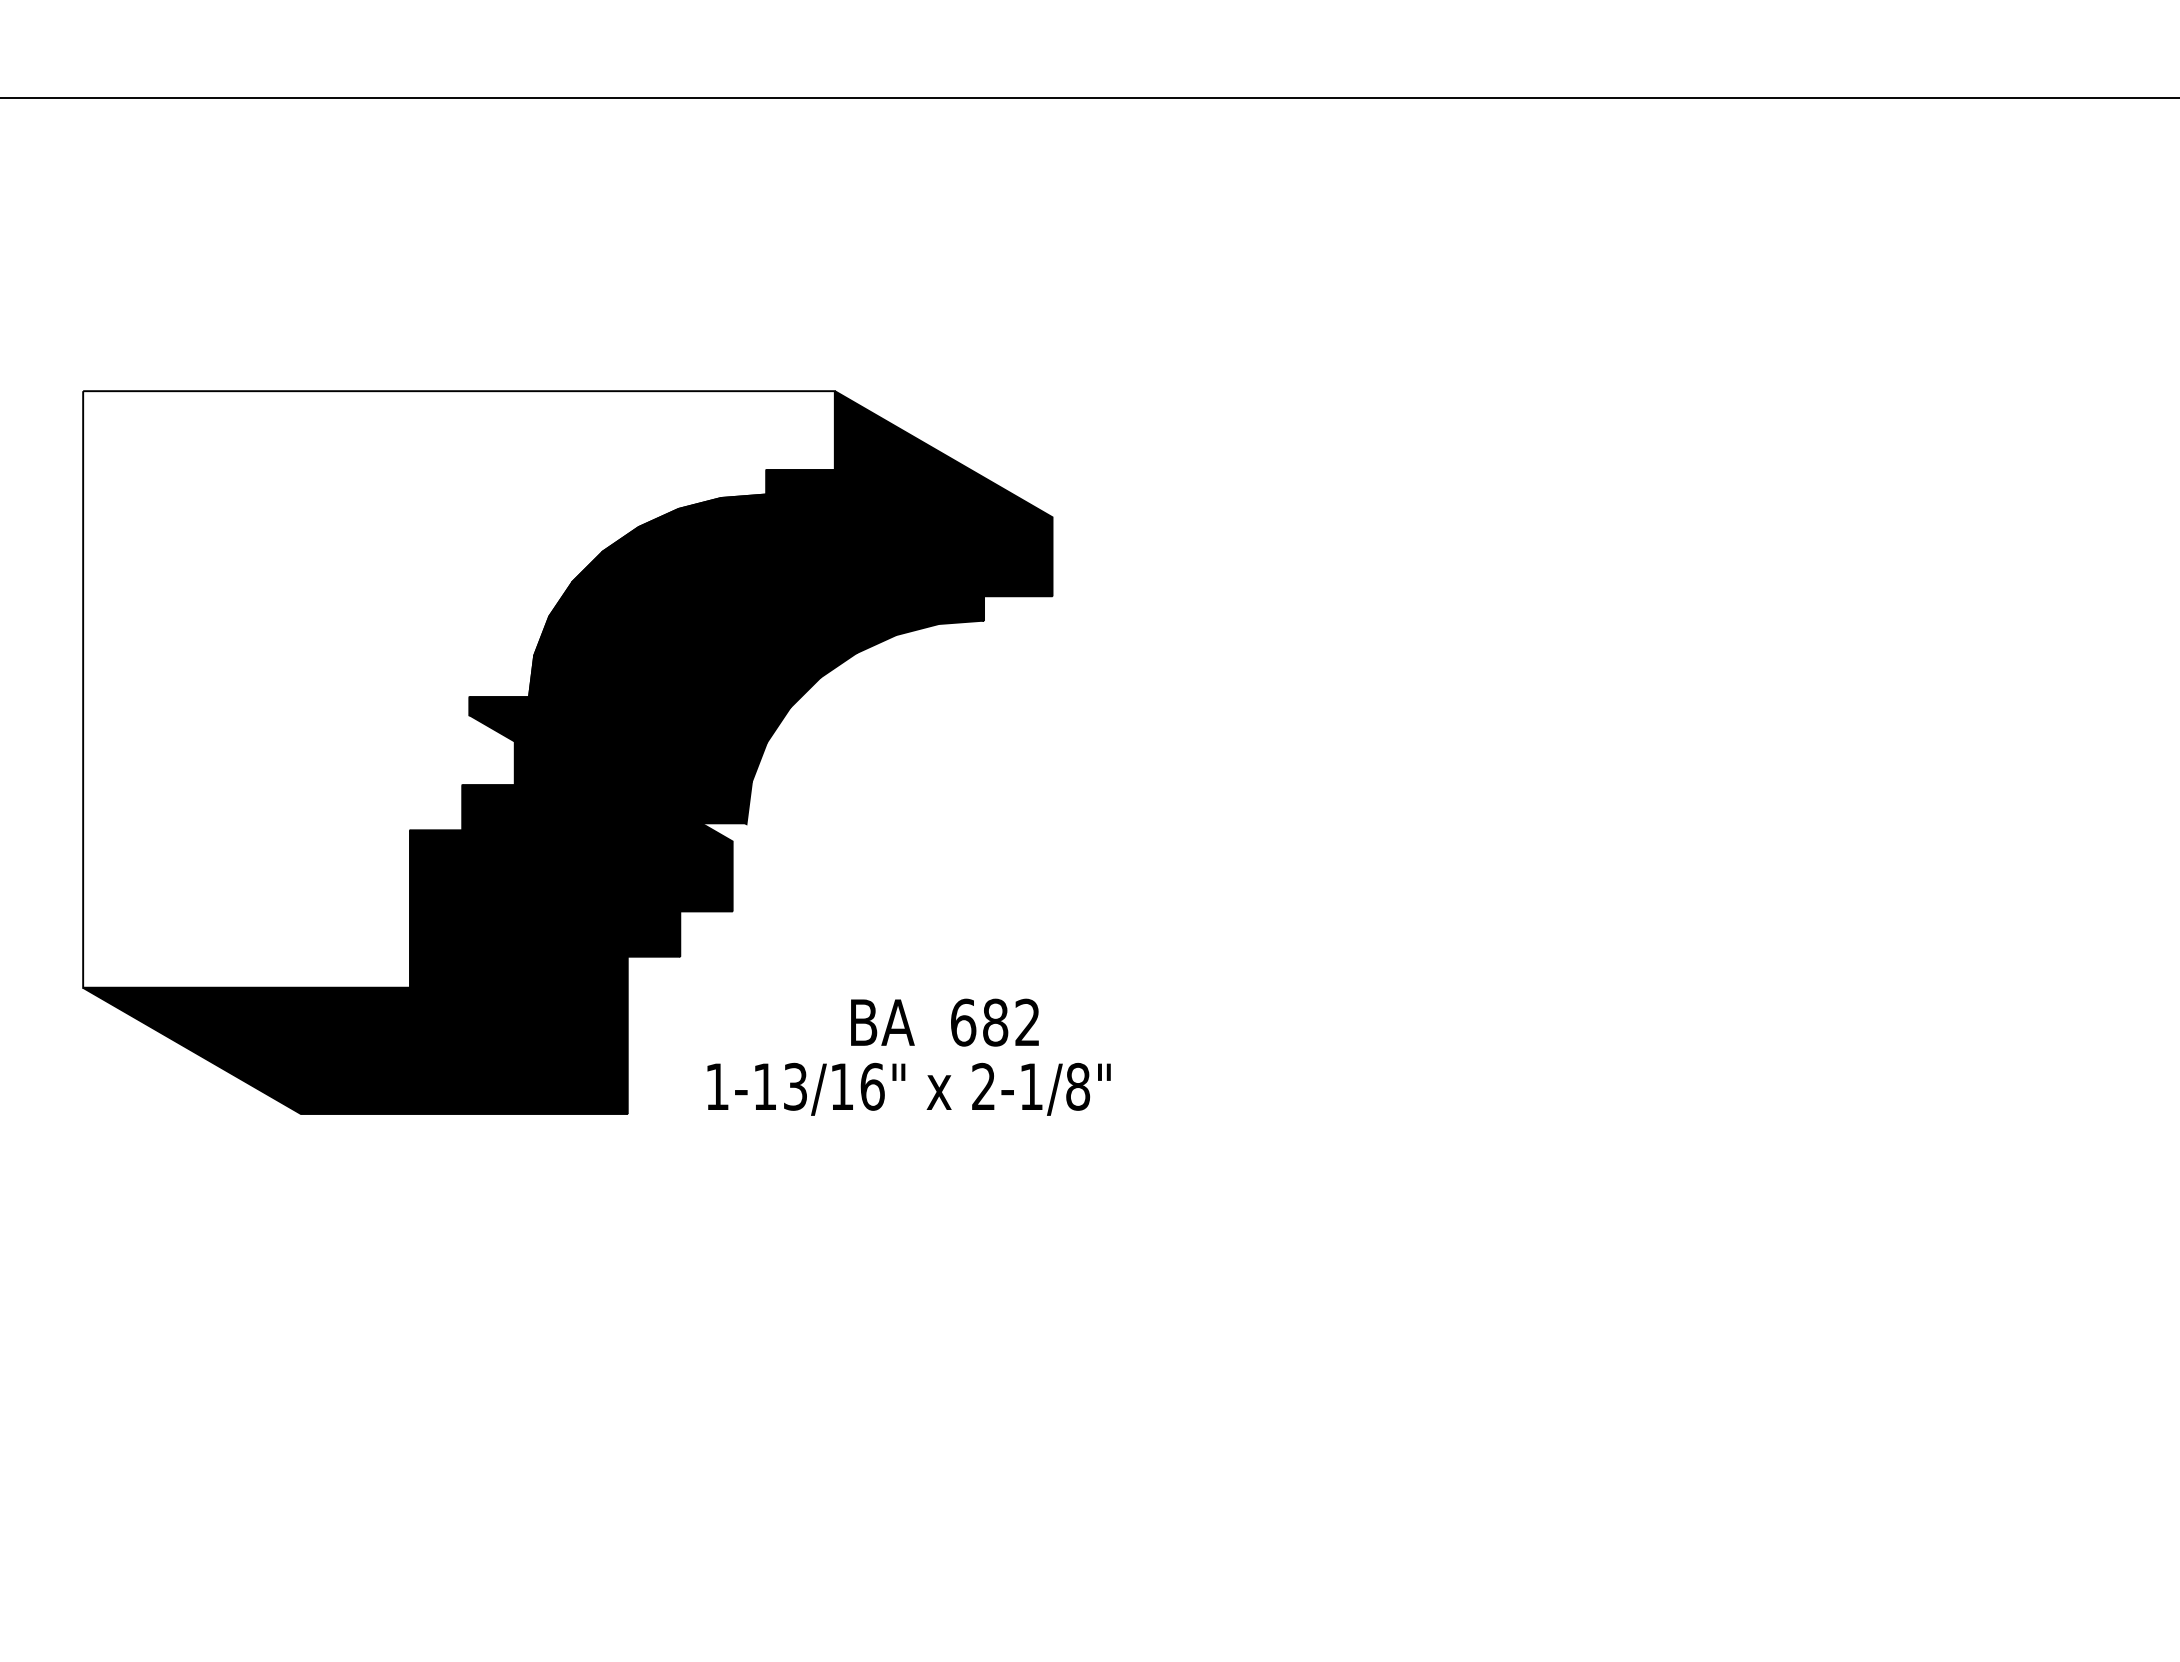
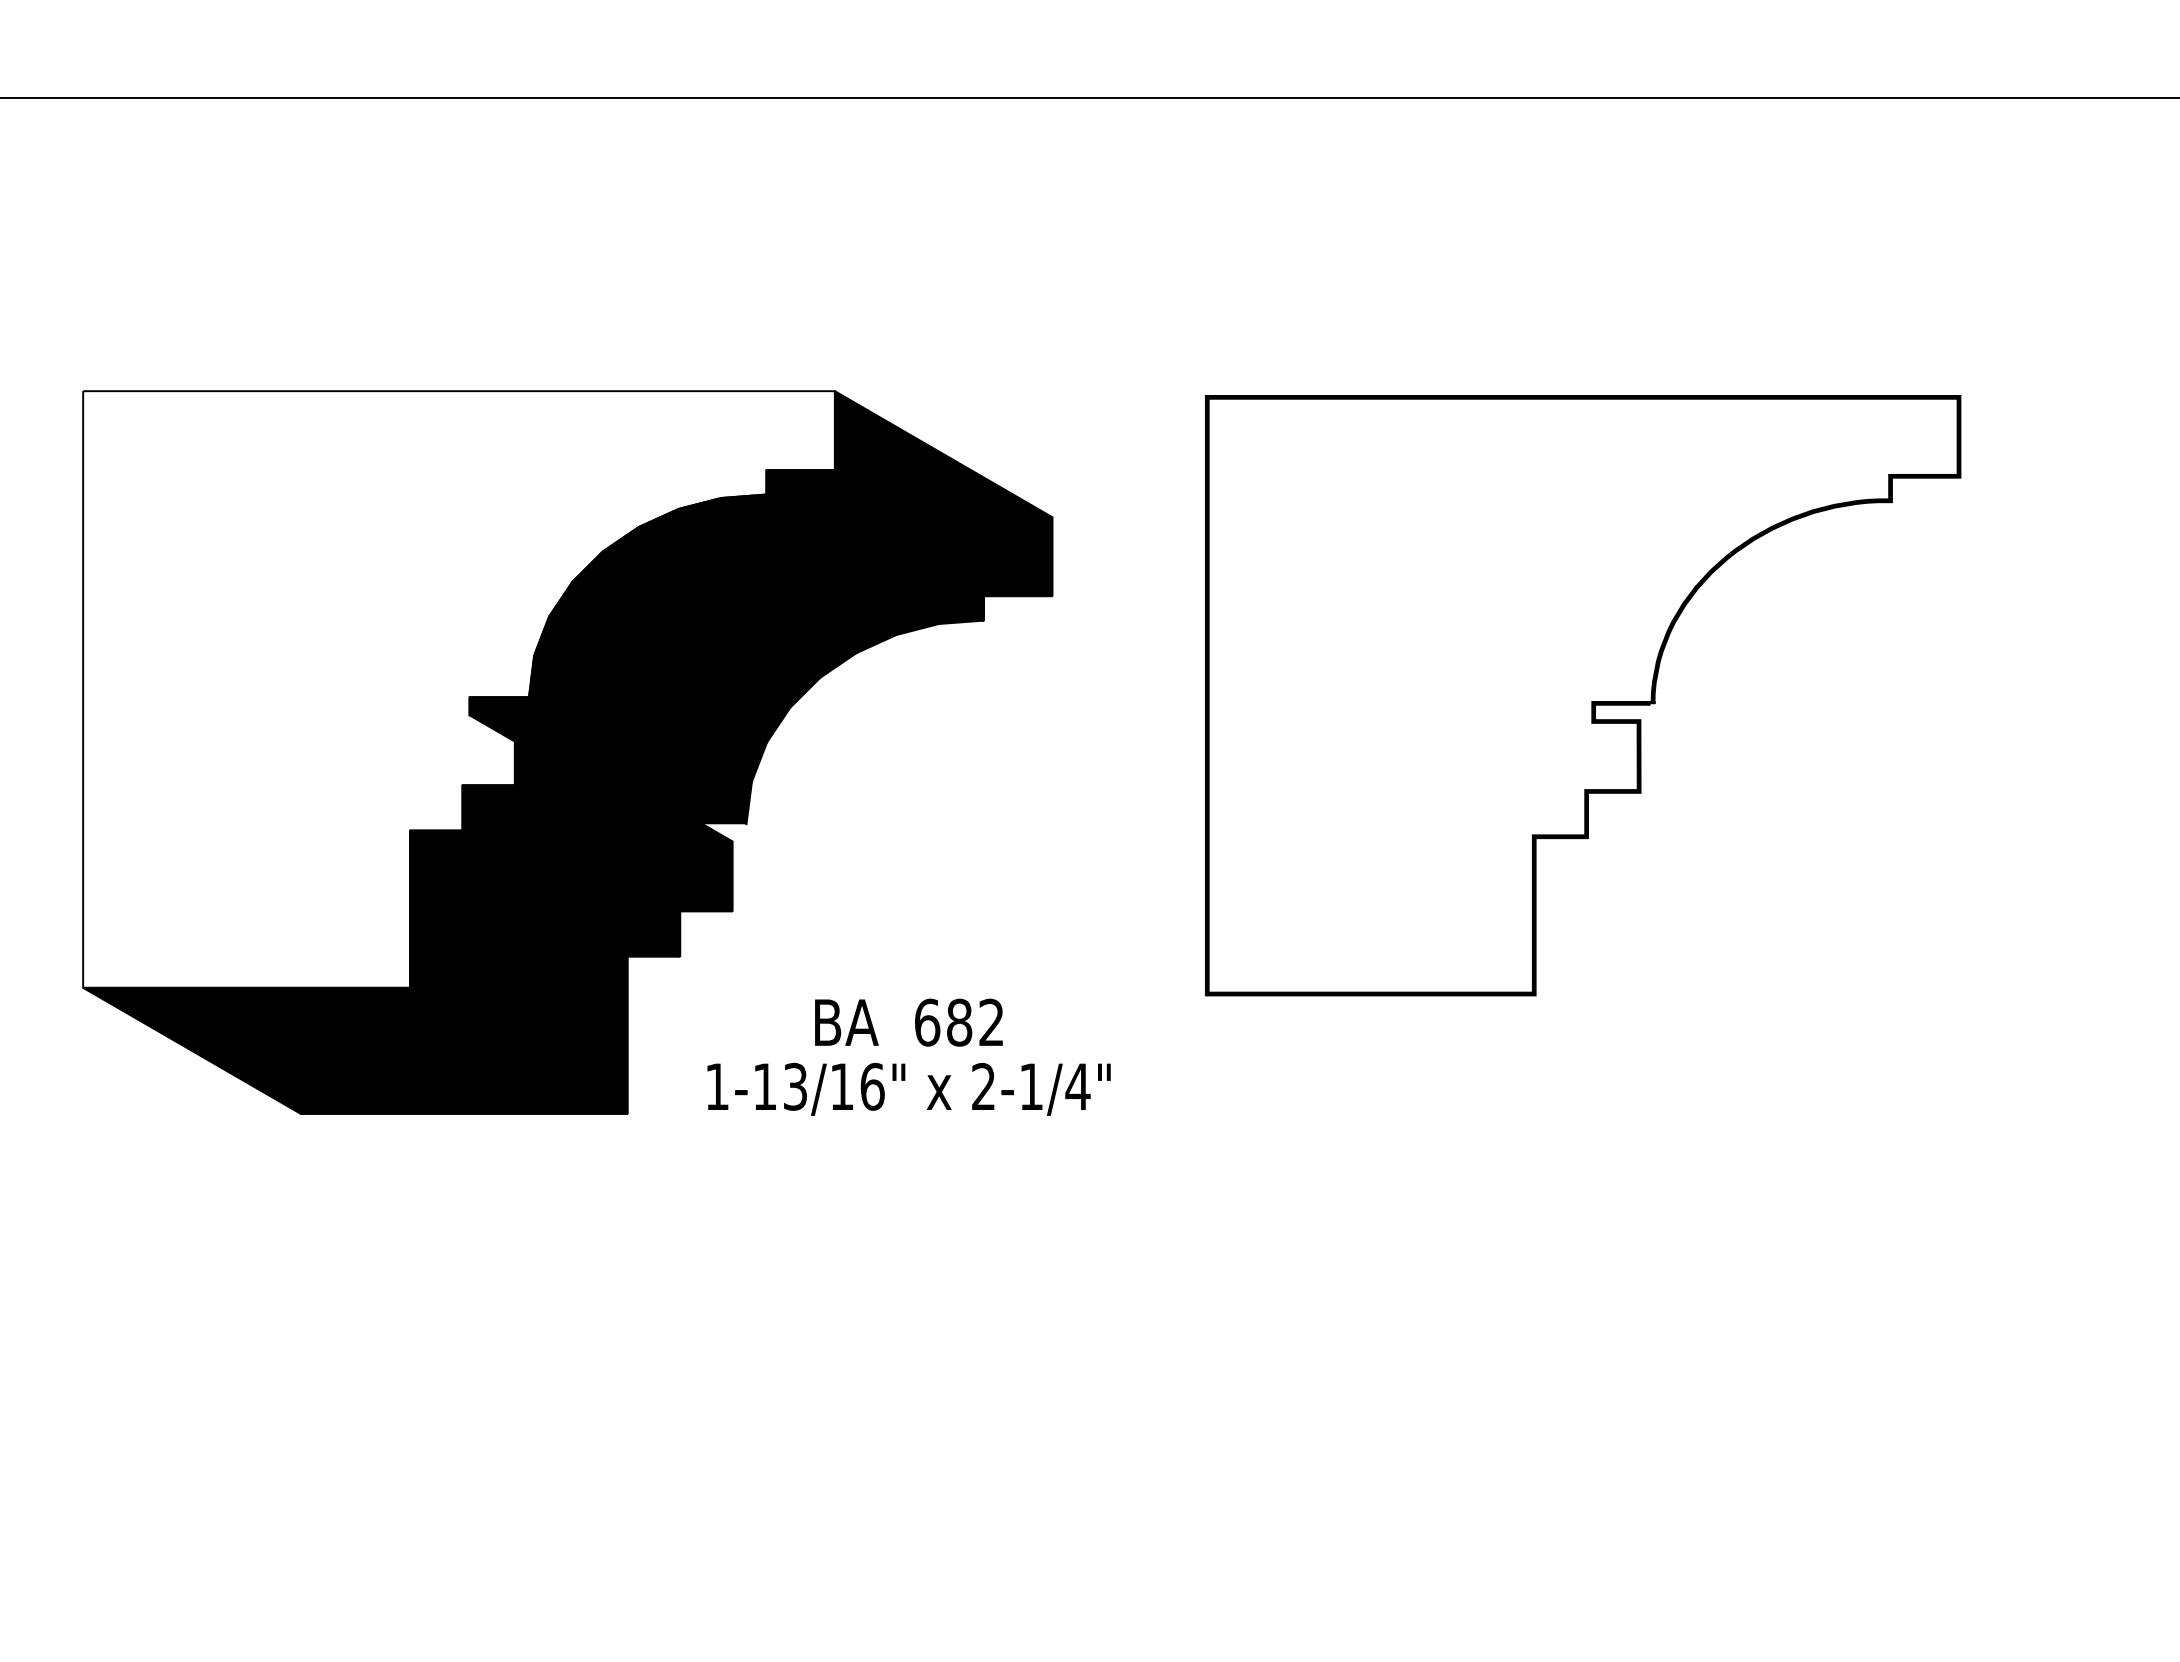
part at (1583, 695): none -> present
text at (944, 1022) position: (944, 1022) -> (908, 1022)
text at (1077, 1086): 2-1/8" -> 2-1/4"
